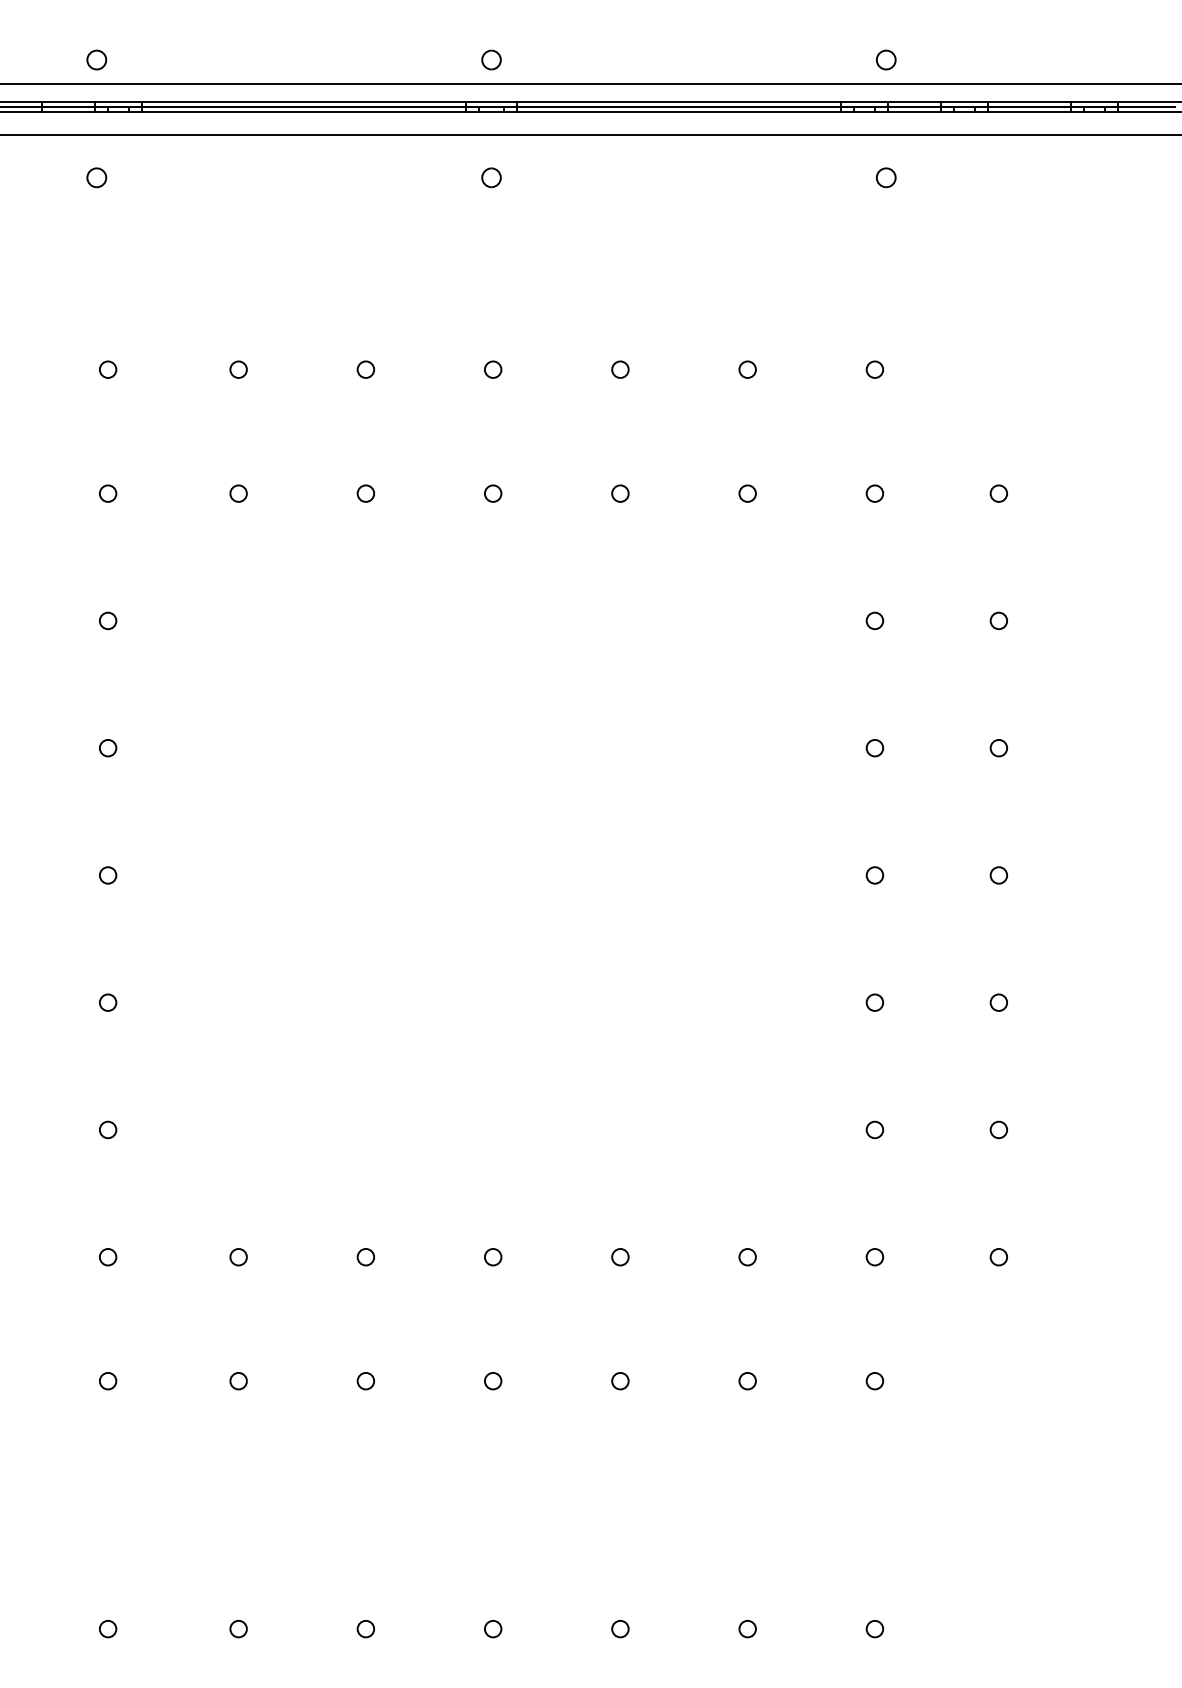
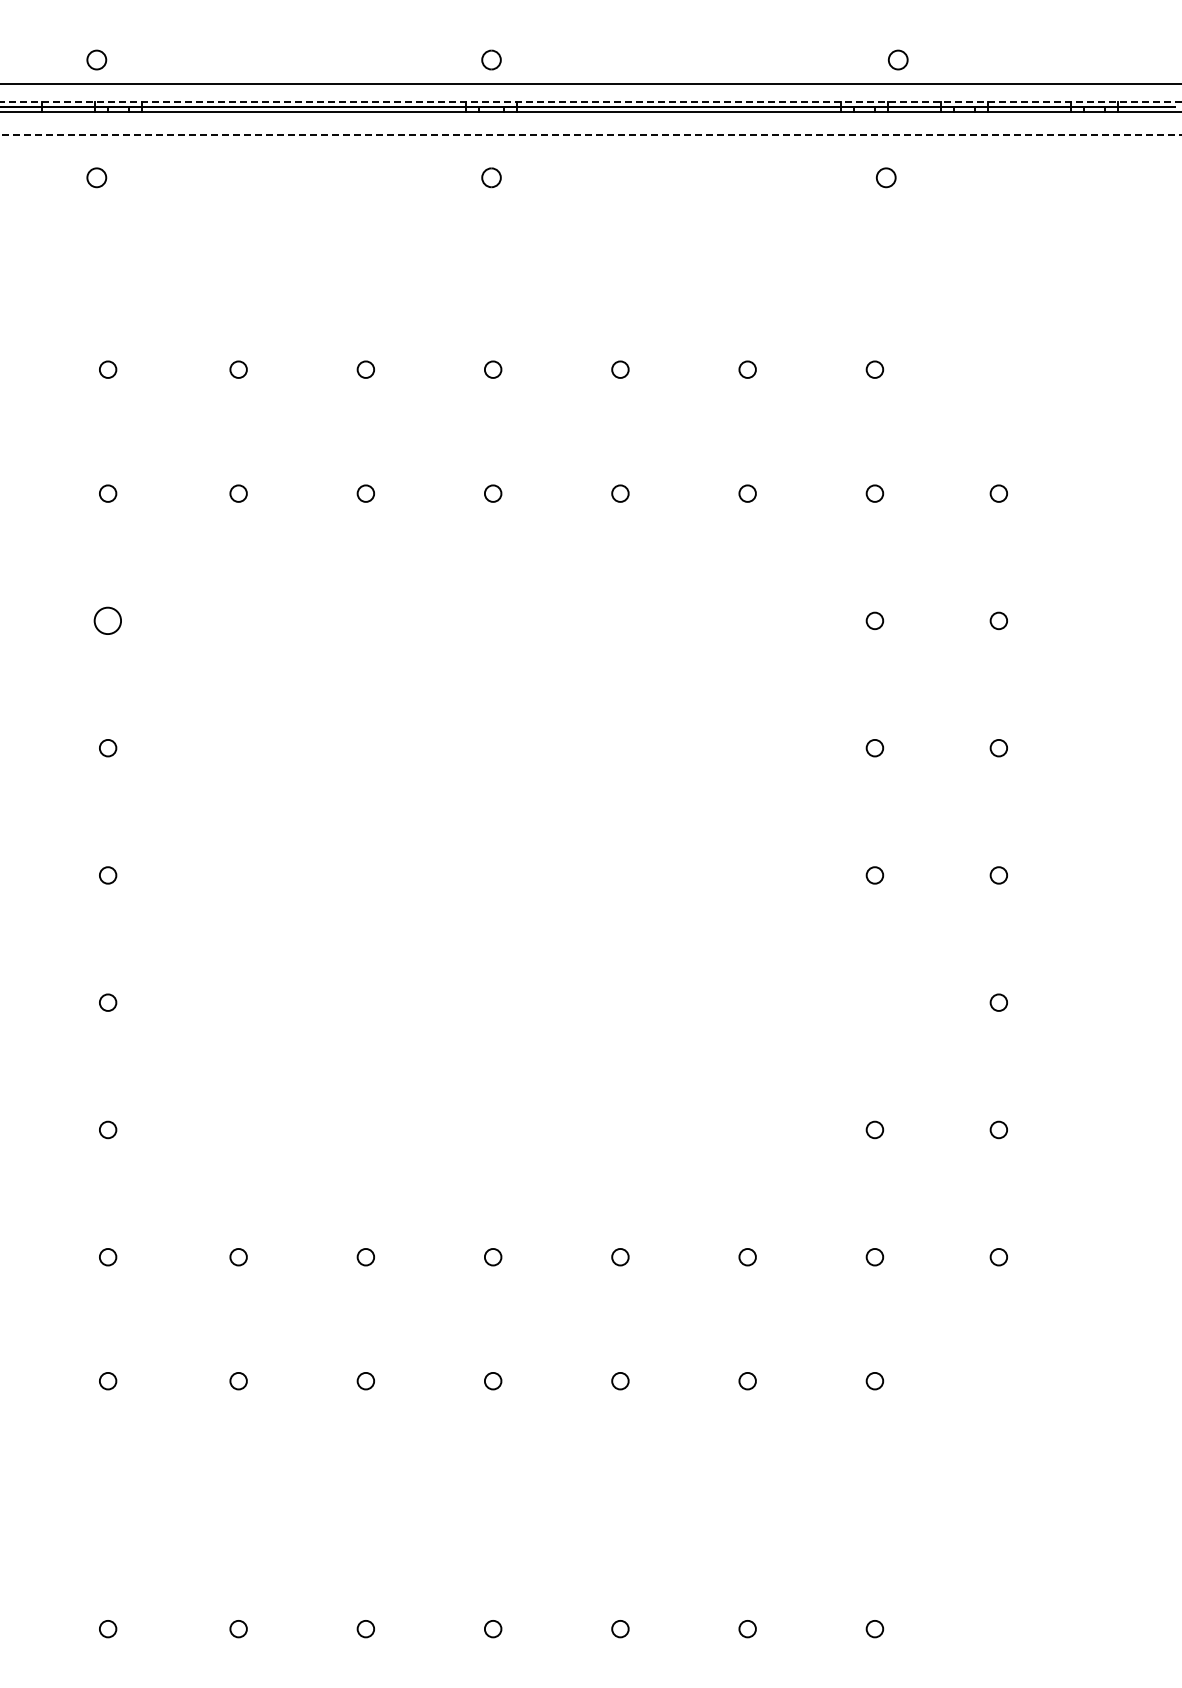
circle at (886, 59) position: (886, 59) -> (898, 59)
line at (591, 102): solid -> dashed
line at (591, 135): solid -> dashed
circle at (108, 620) size: 19x20 px -> 29x29 px
circle at (874, 1002): present -> none
